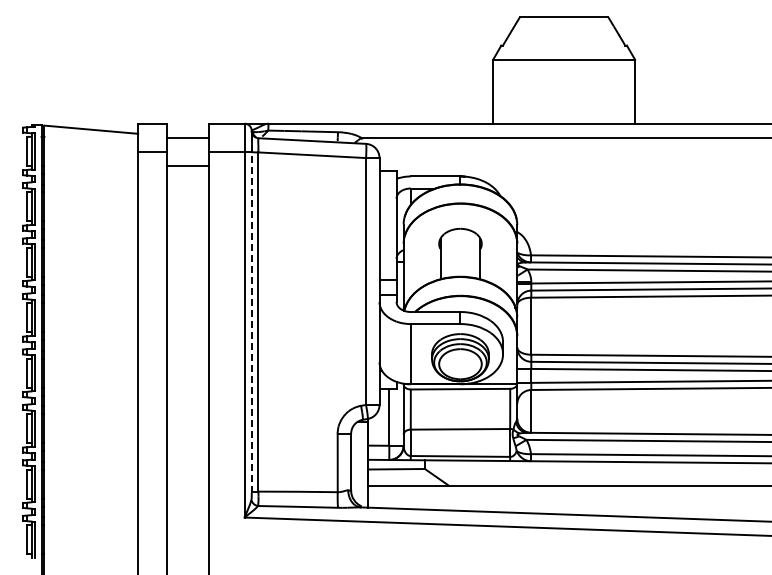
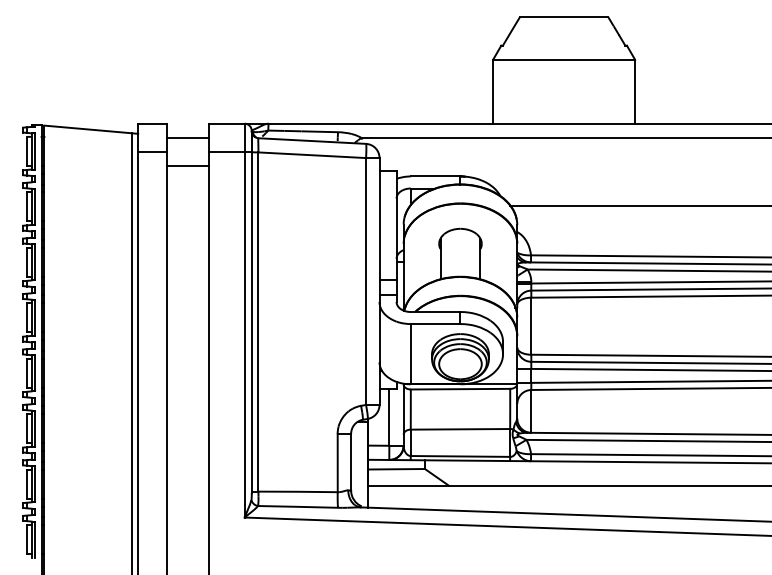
line at (639, 205): none -> present
line at (251, 311): dashed -> solid
line at (131, 352): none -> present
